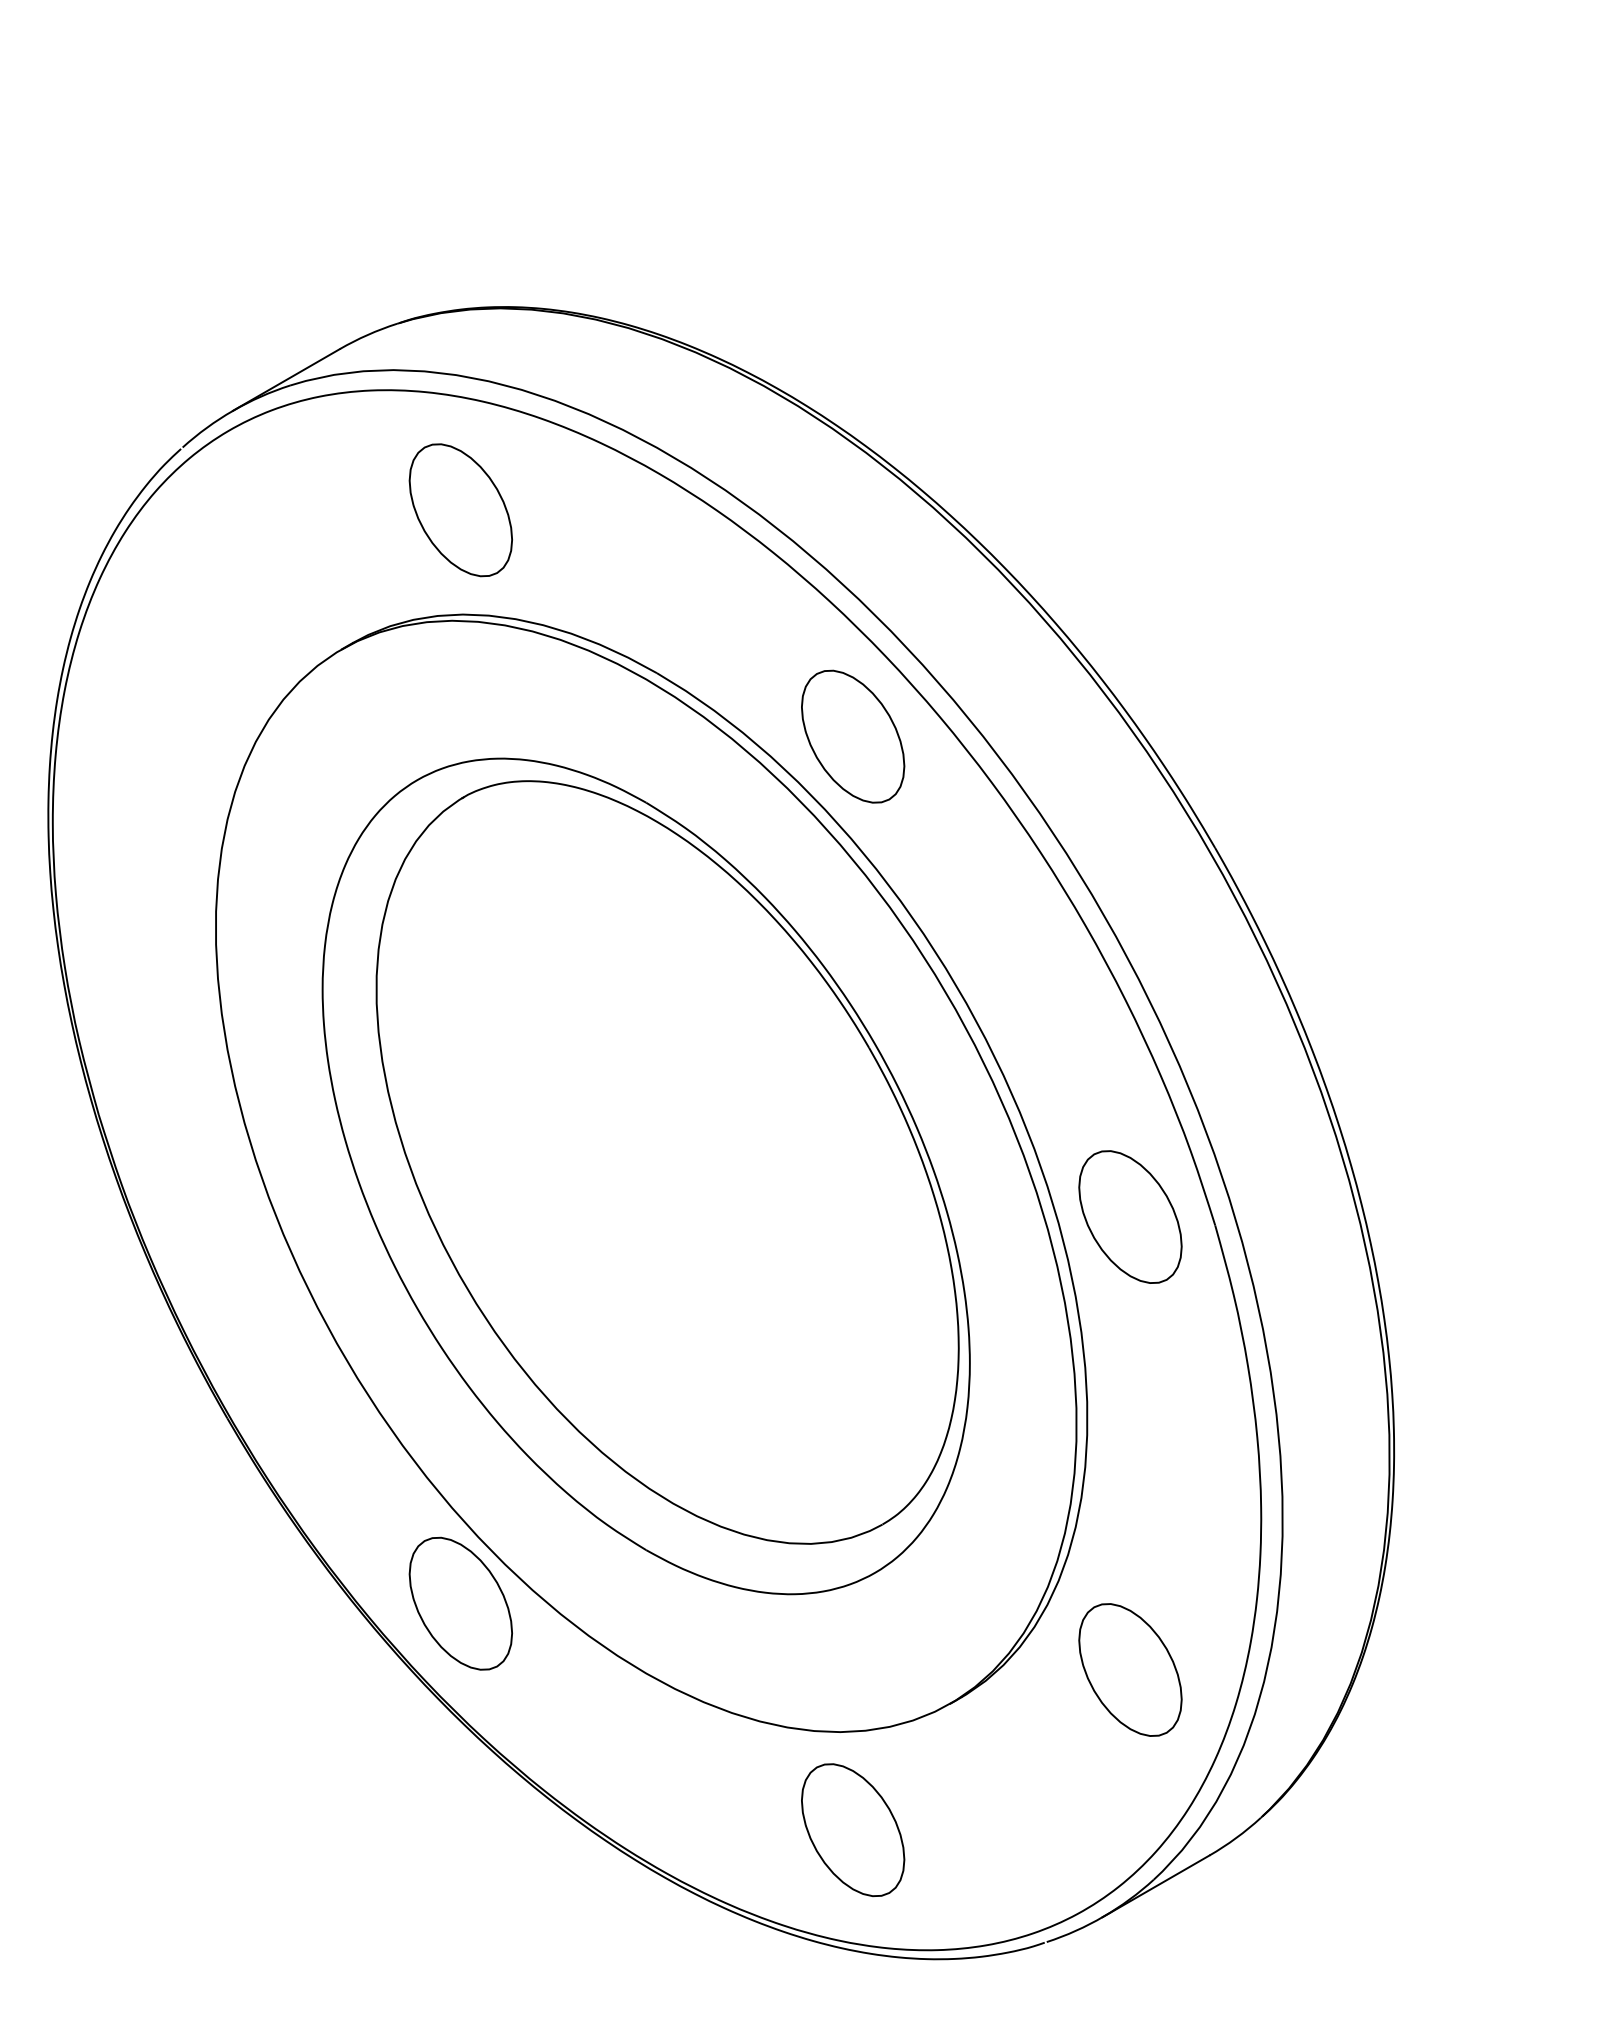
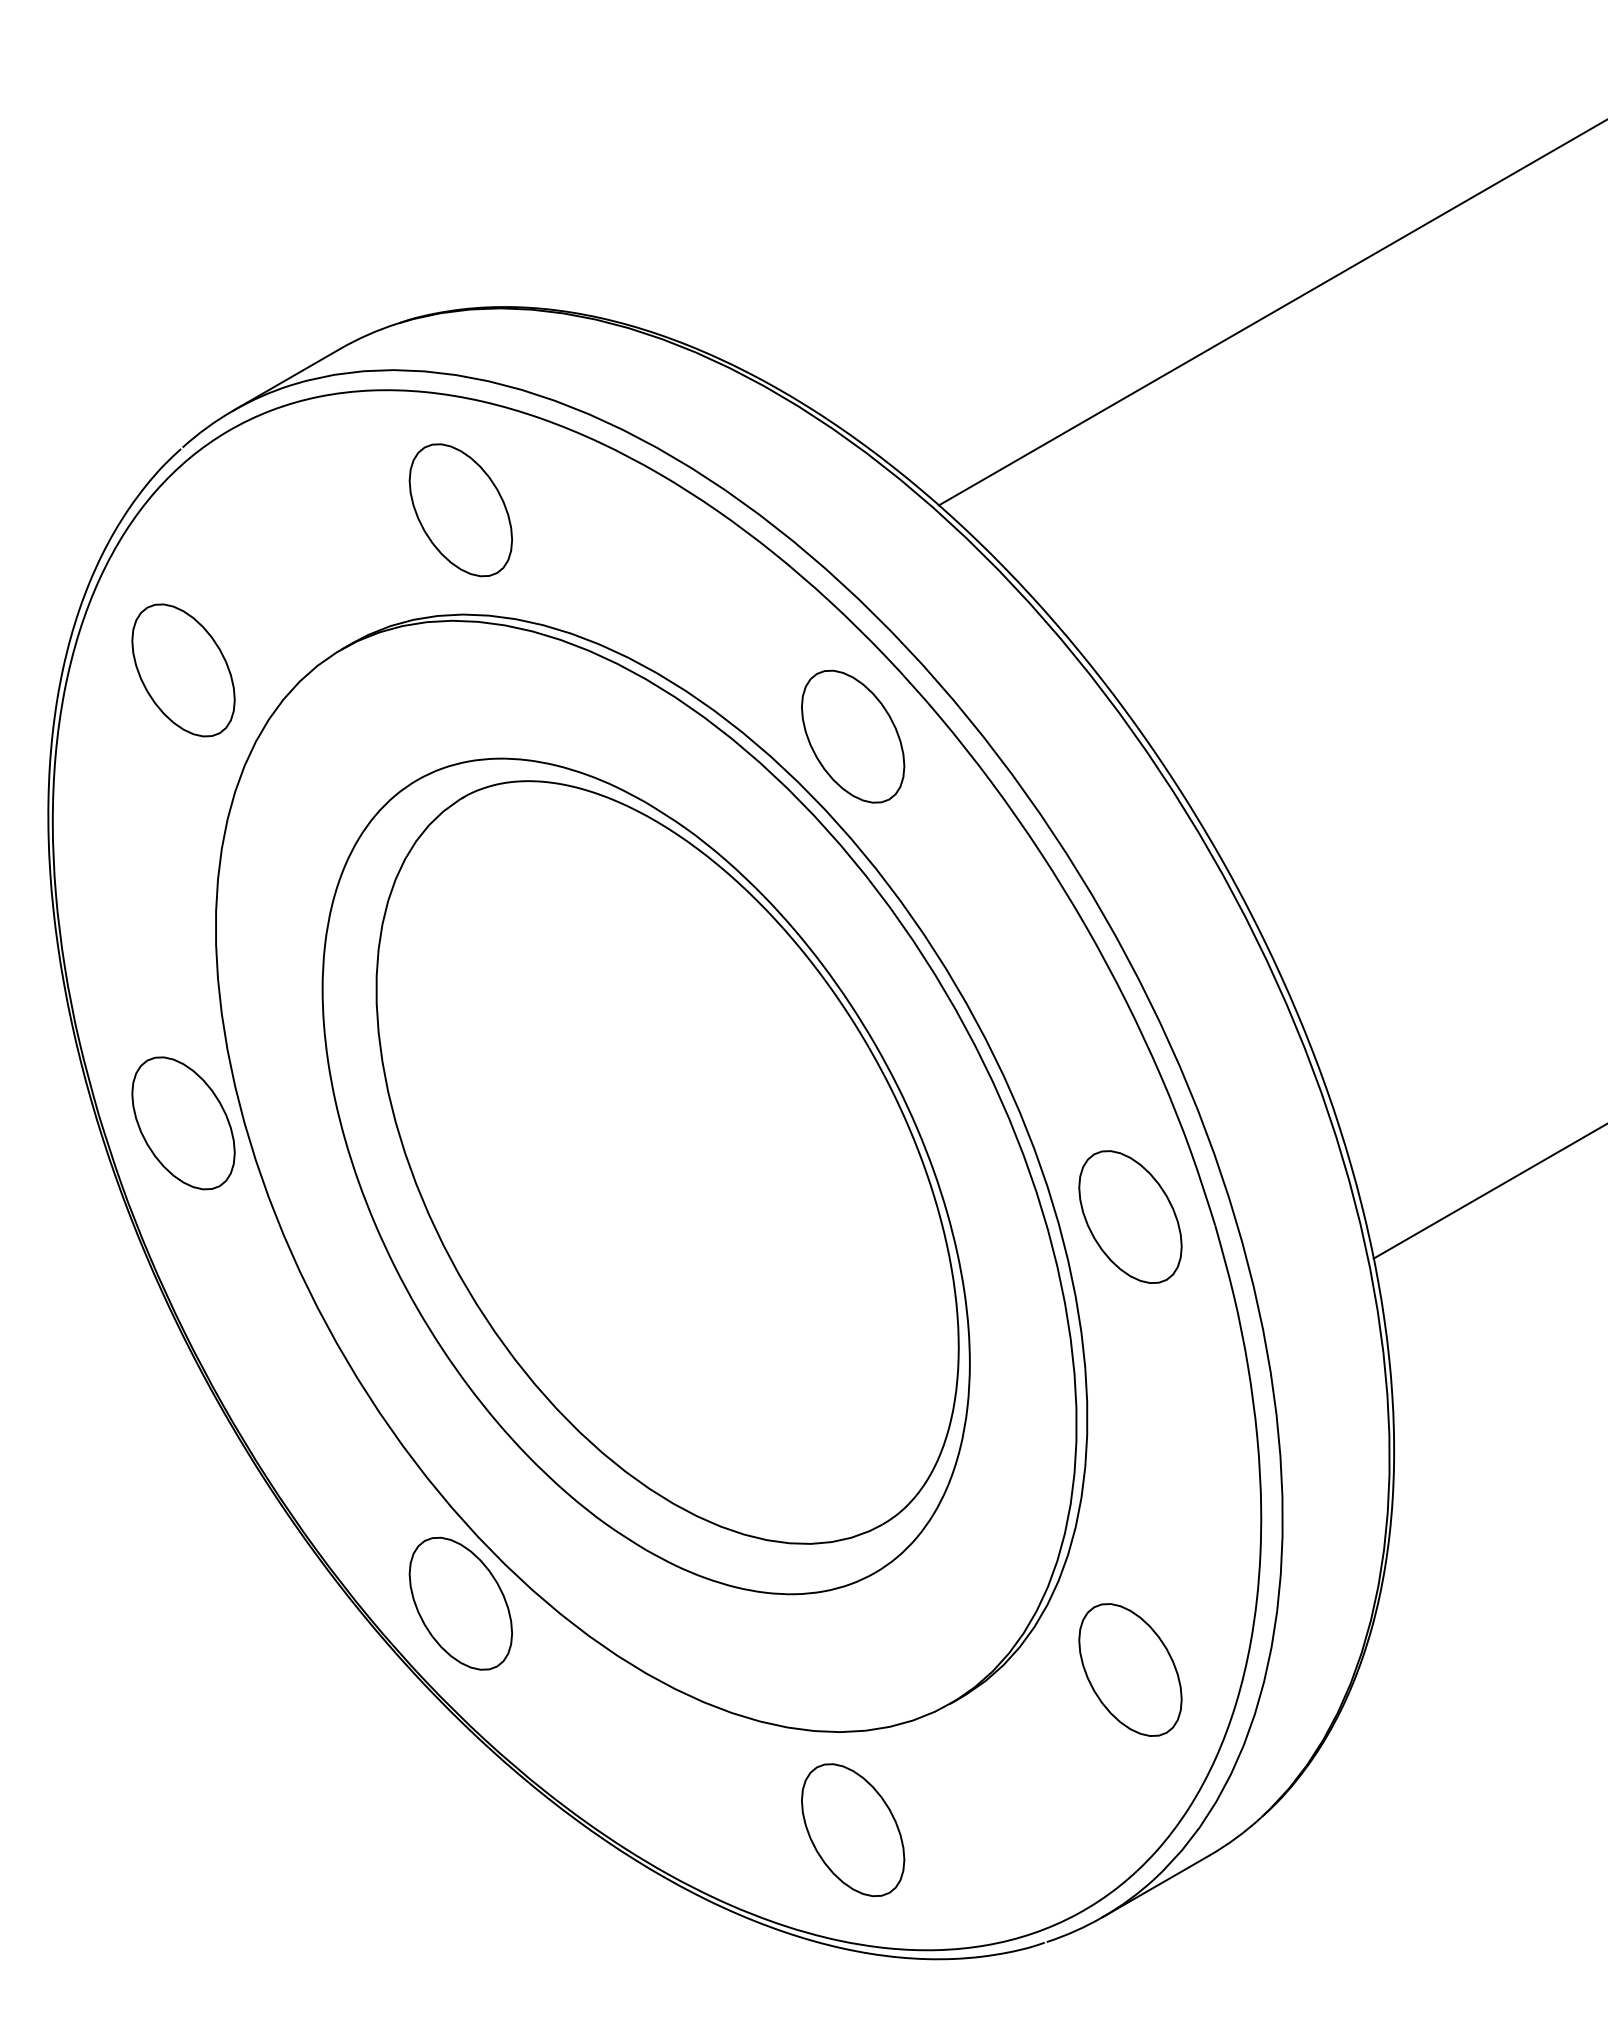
line at (1271, 313): none -> present
part at (183, 670): none -> present
part at (183, 1123): none -> present
line at (1488, 1191): none -> present
